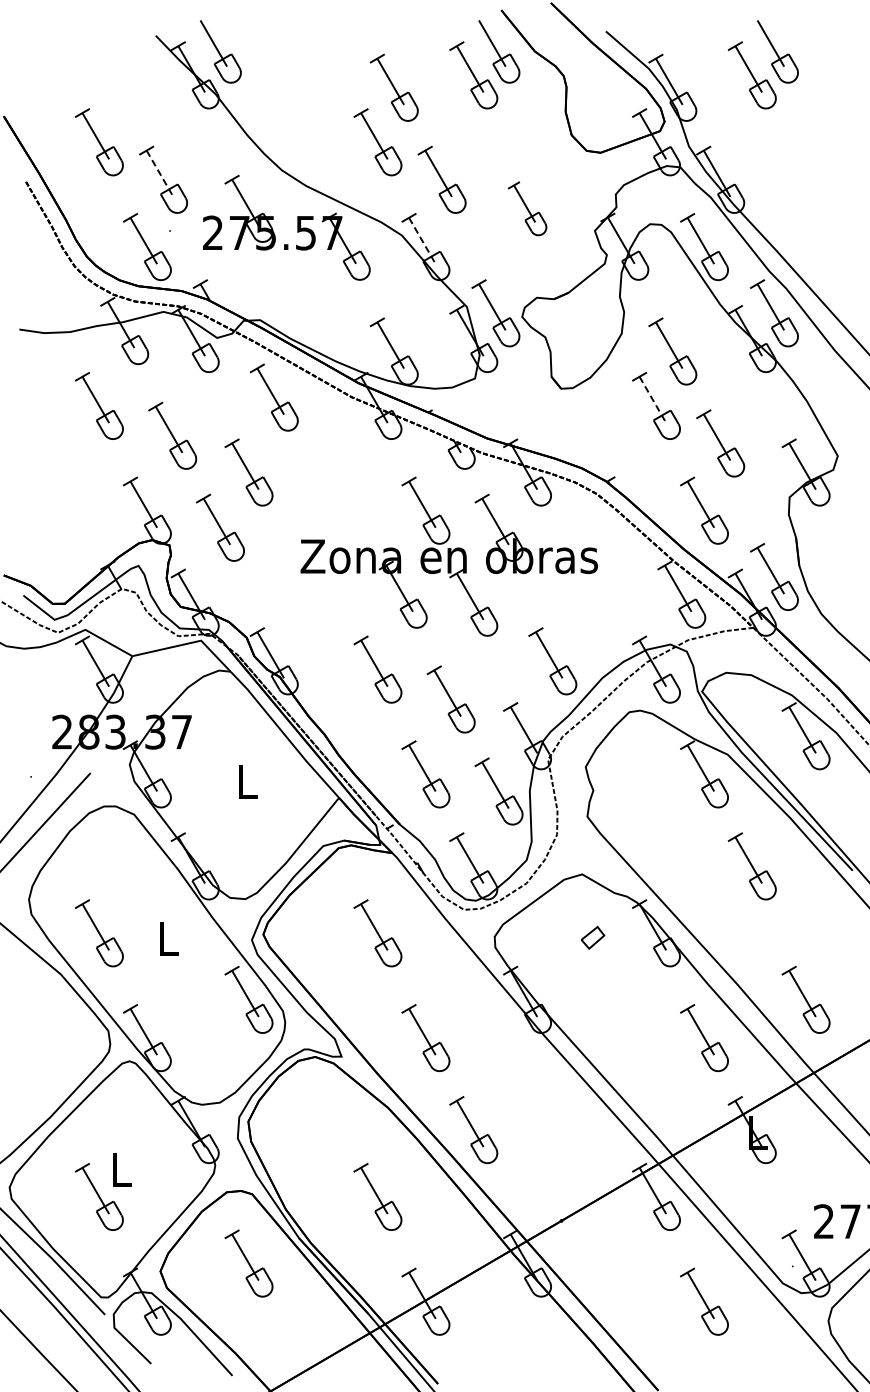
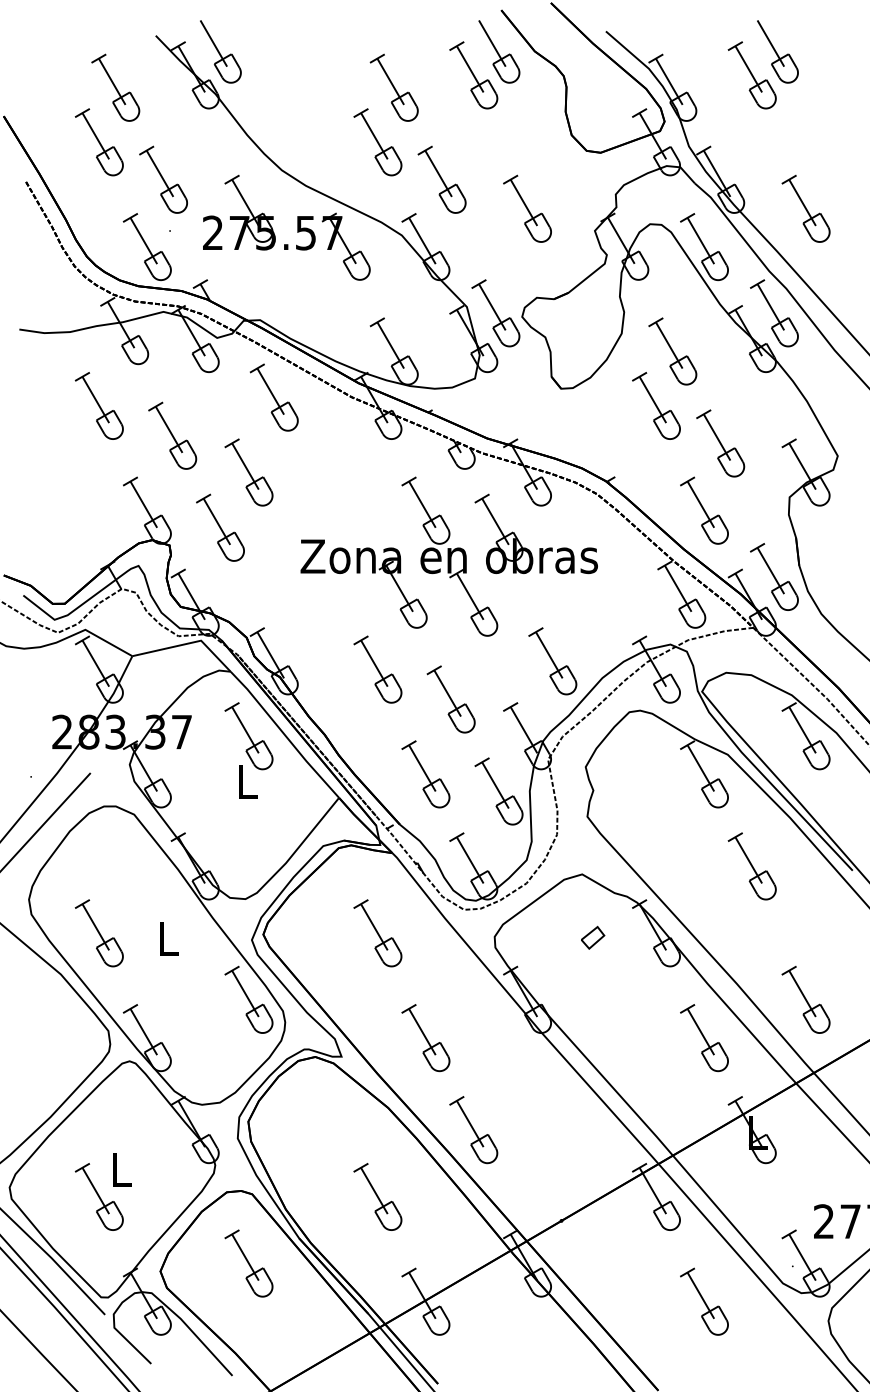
part at (115, 87): none -> present
line at (160, 173): dashed -> solid
part at (527, 208) size: 40x56 px -> 49x69 px
part at (805, 208): none -> present
line at (422, 240): dashed -> solid
line at (652, 399): dashed -> solid
part at (248, 736): none -> present
